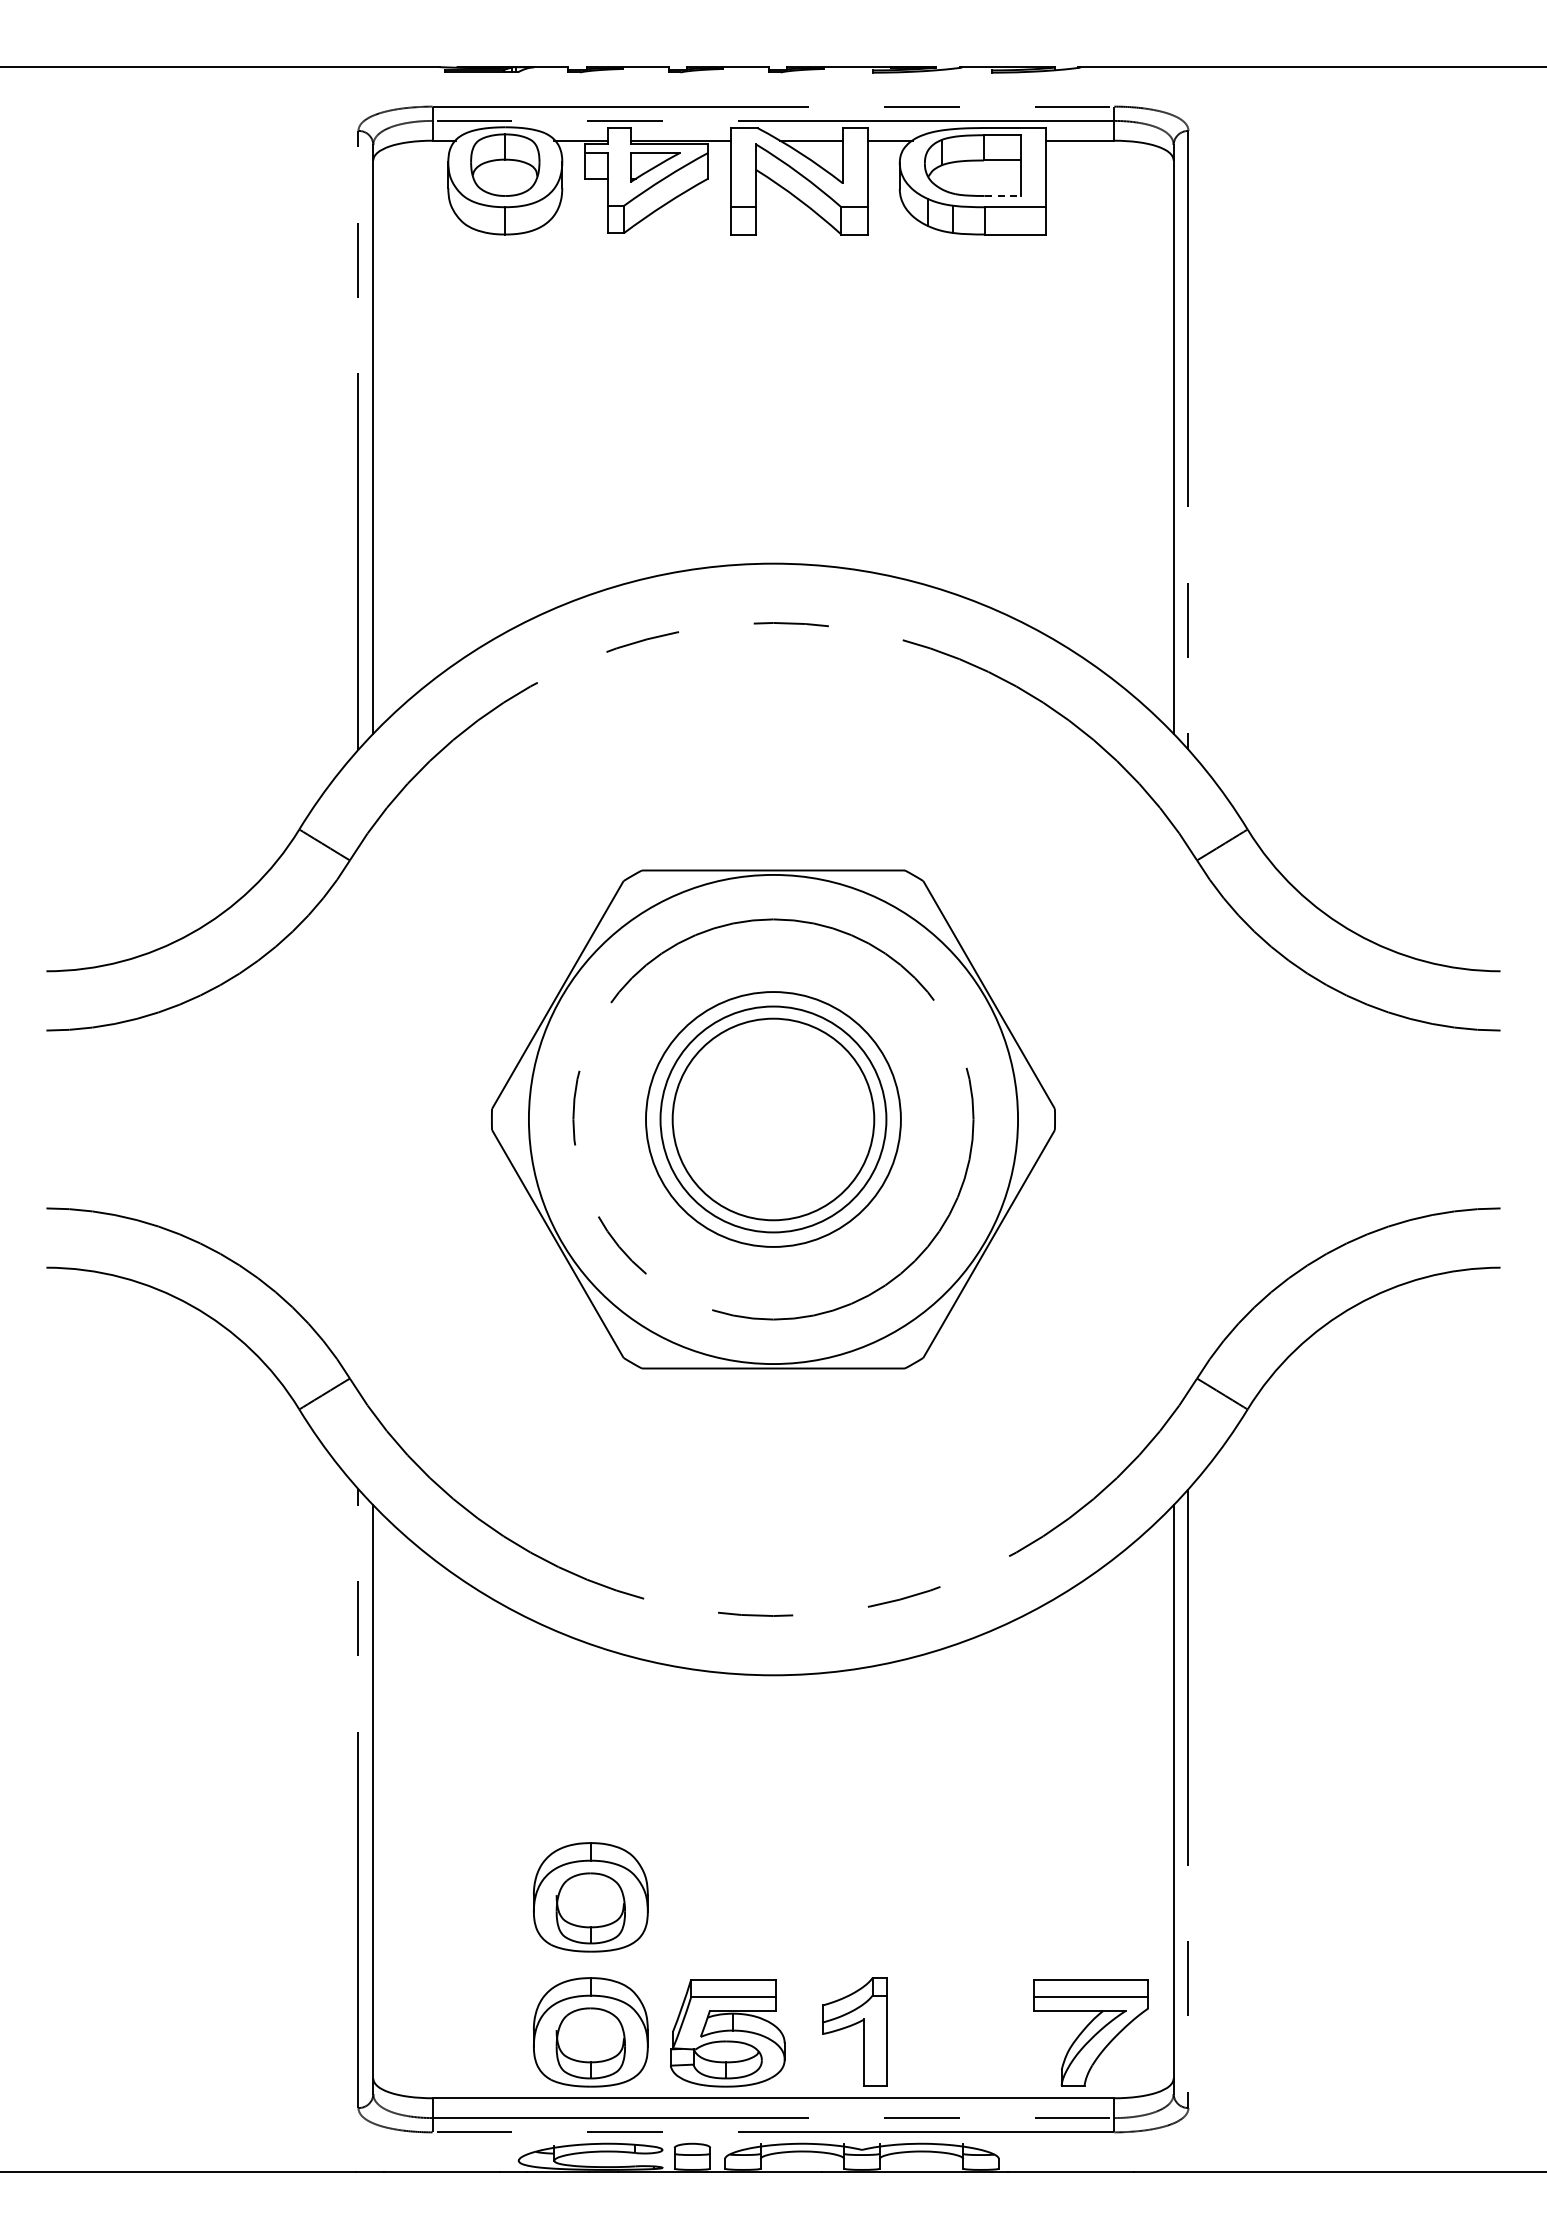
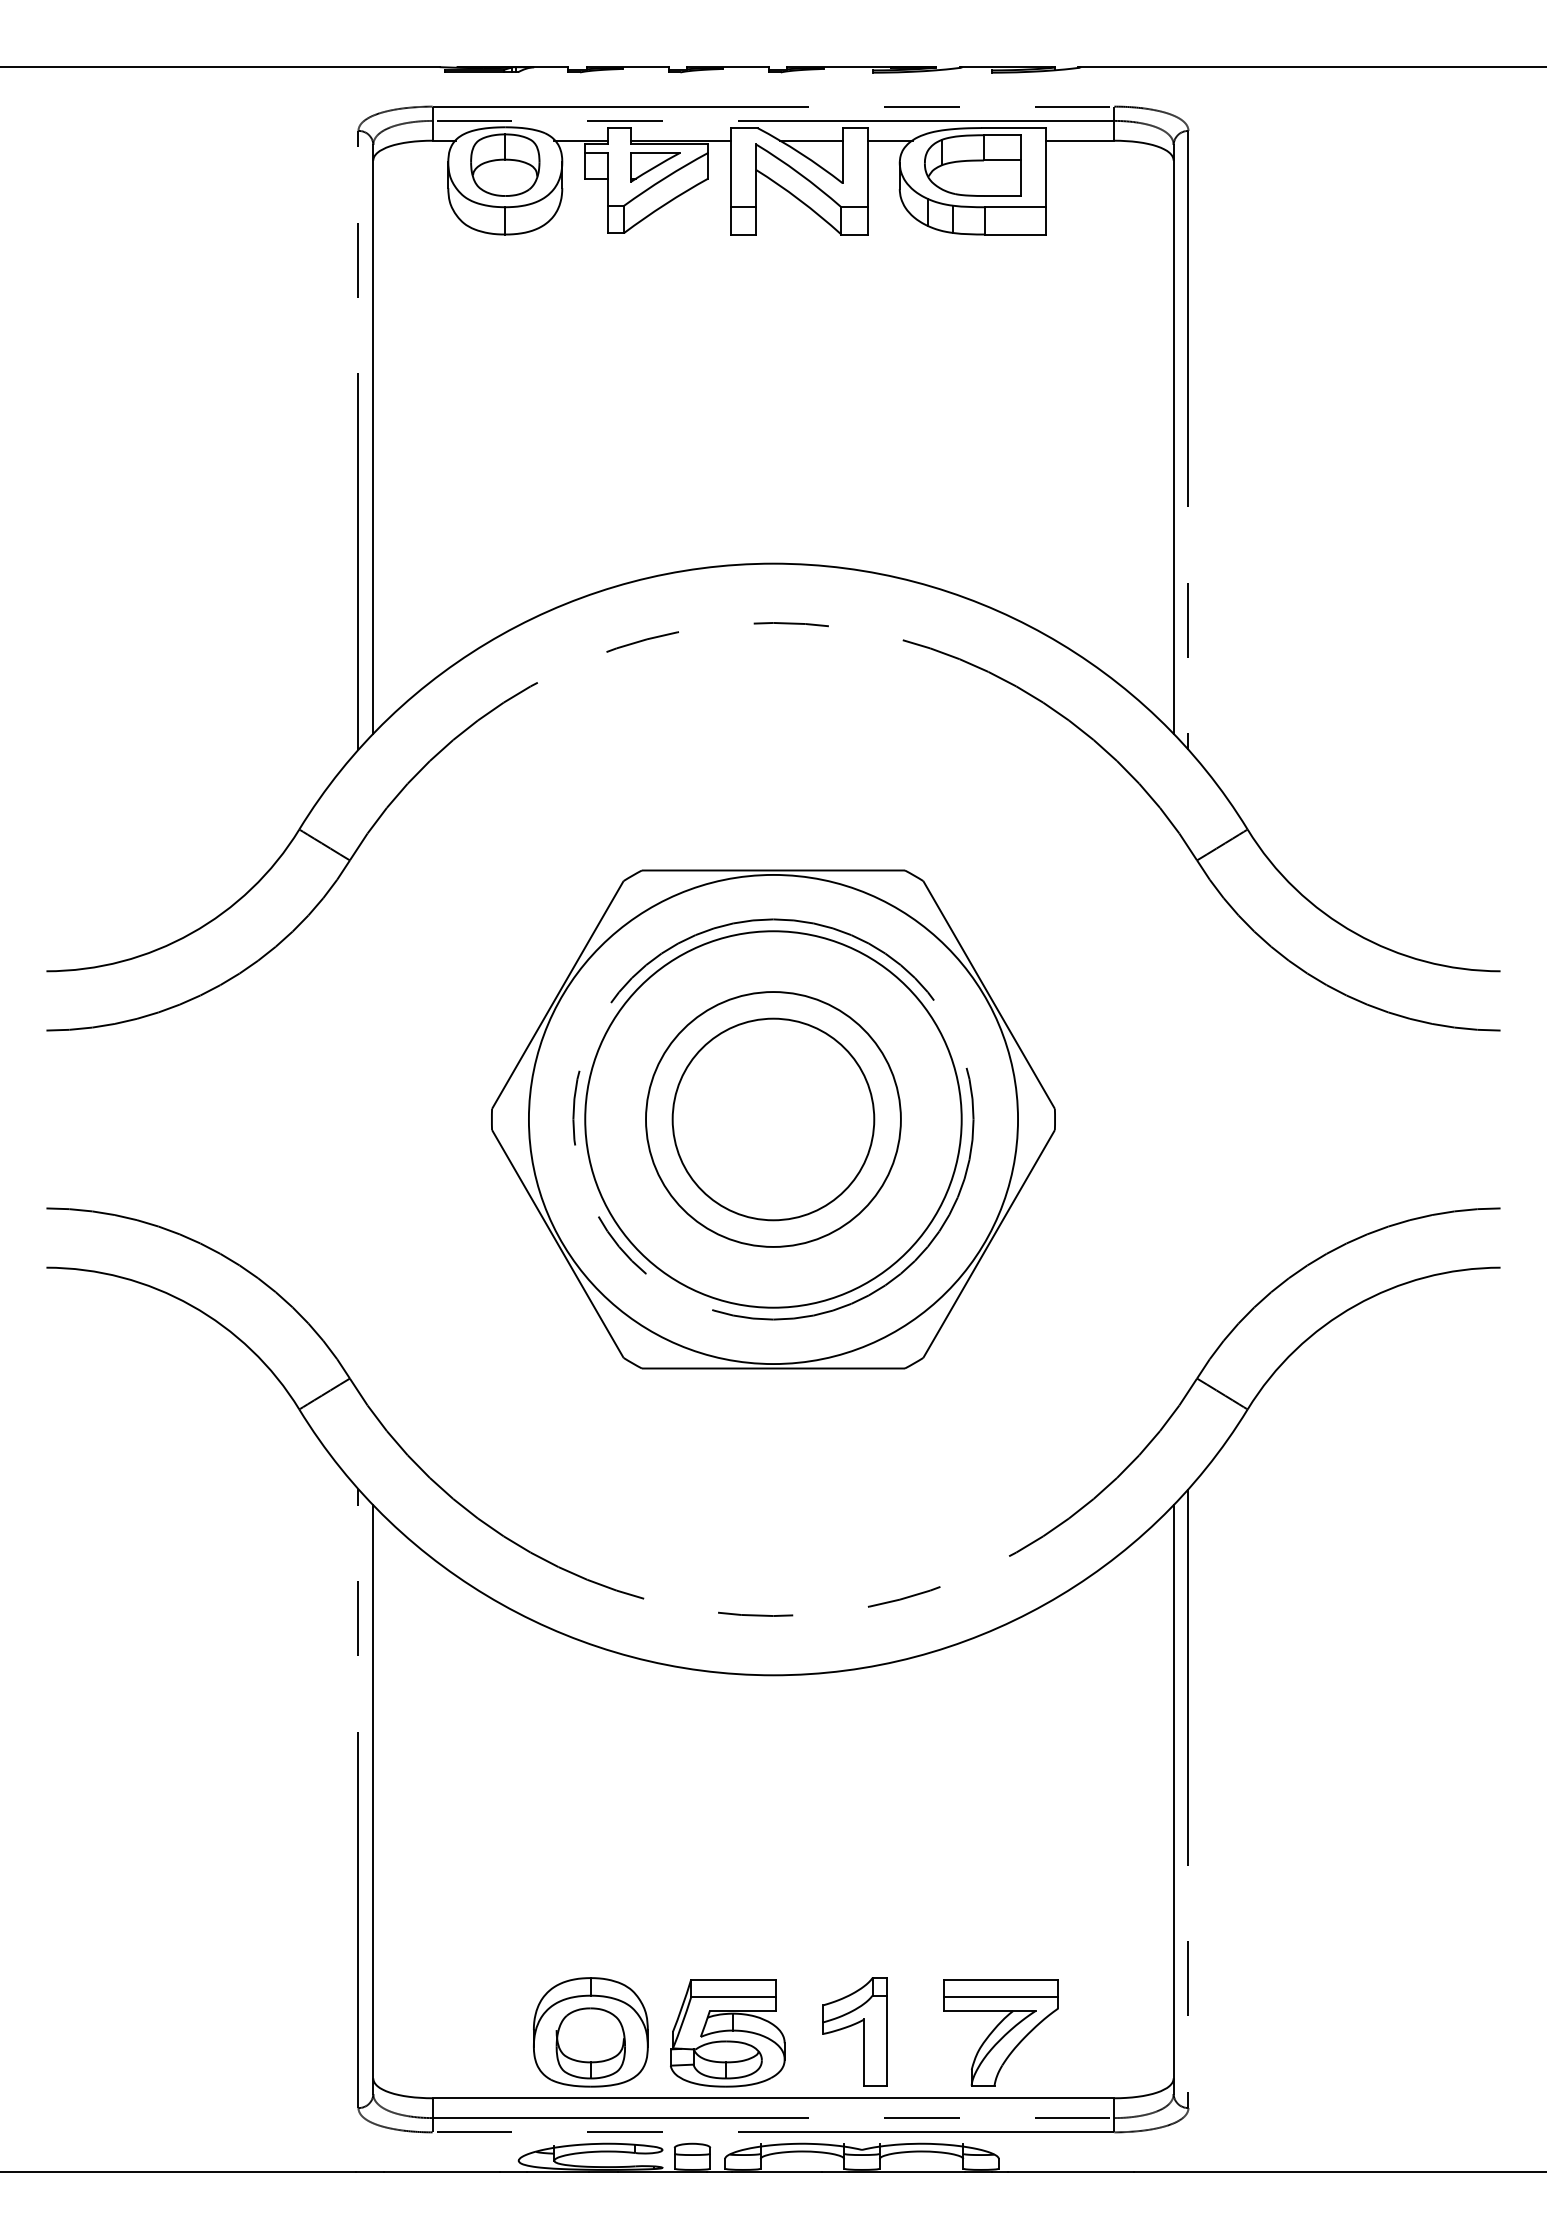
line at (1003, 195): dashed -> solid
circle at (773, 1119) diameter: 226 px -> 376 px
part at (590, 1897): present -> none
part at (1090, 2032) position: (1090, 2032) -> (1000, 2032)
